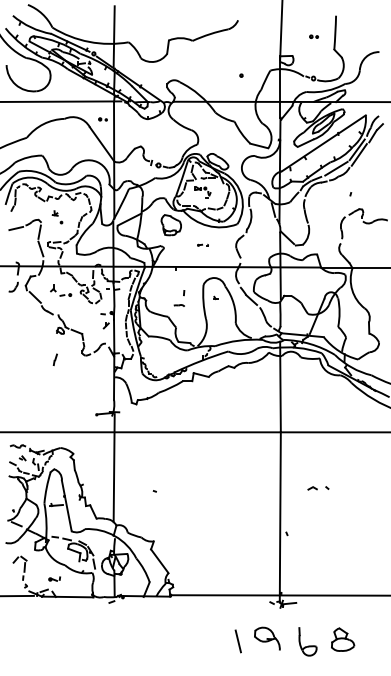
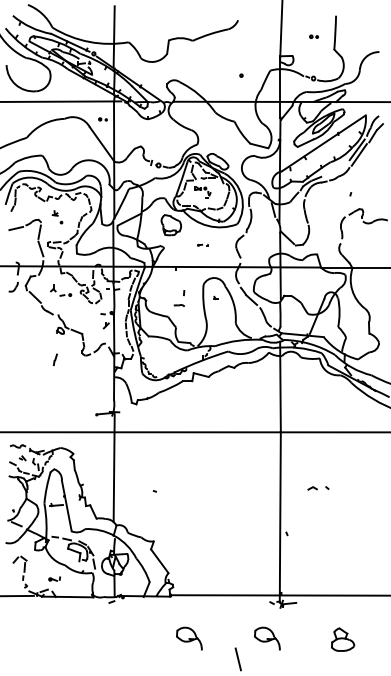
line at (336, 168): present -> none
part at (189, 638): none -> present
line at (237, 641) position: (237, 641) -> (237, 659)
part at (307, 641): present -> none
